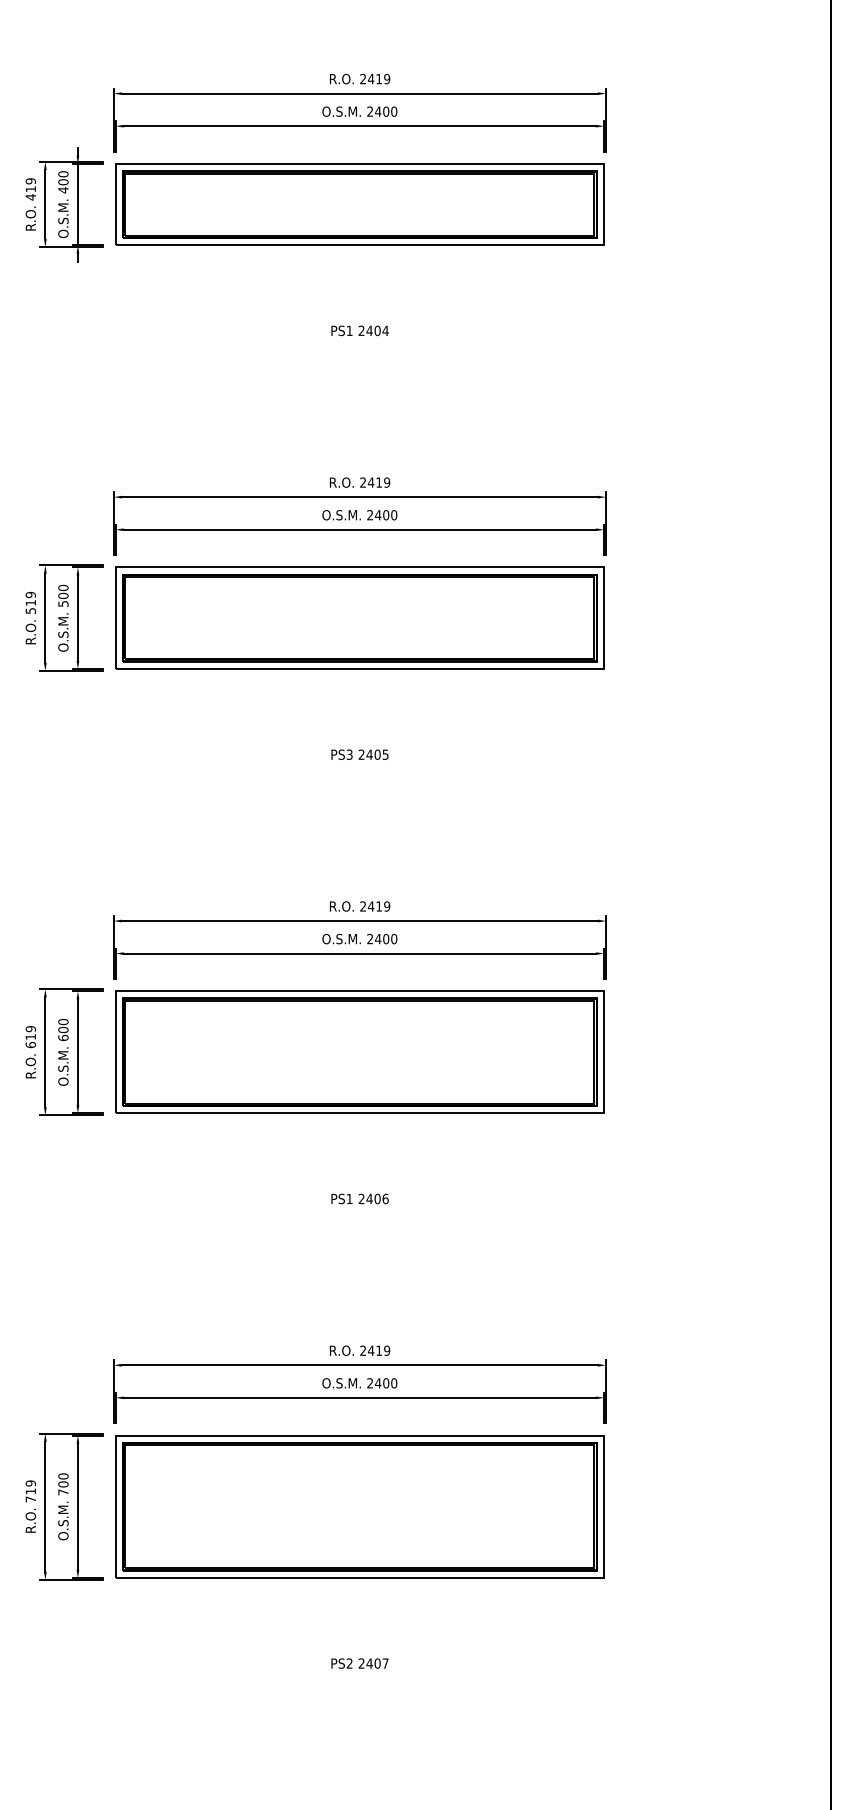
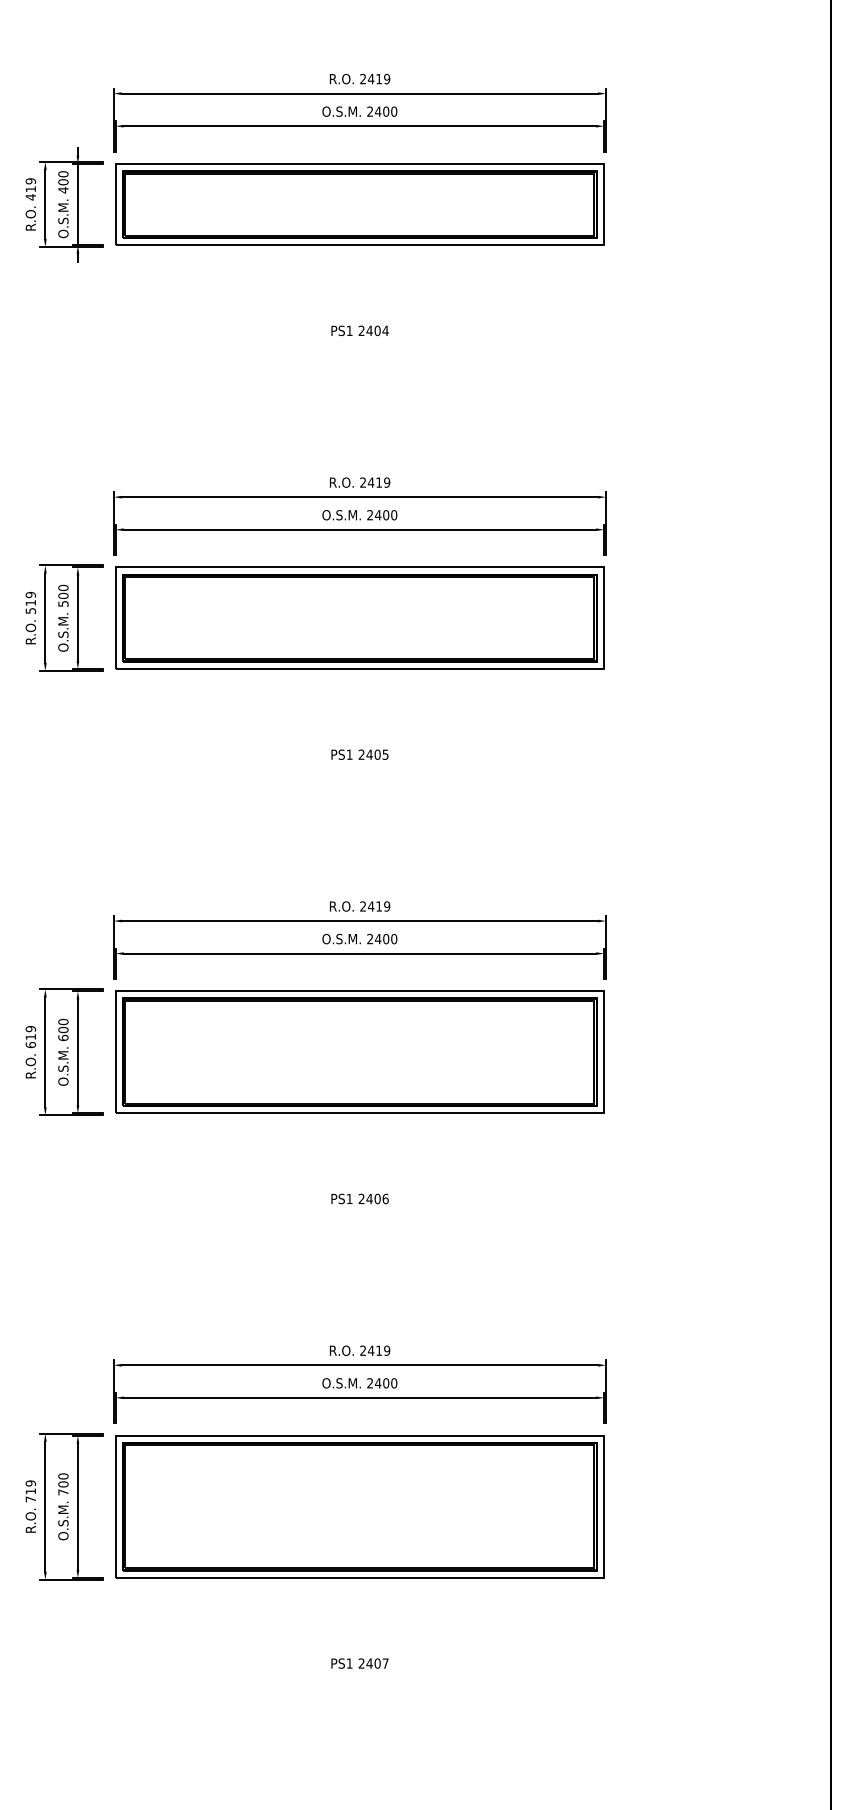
text at (349, 754): PS3 -> PS1
text at (349, 1663): PS2 -> PS1
